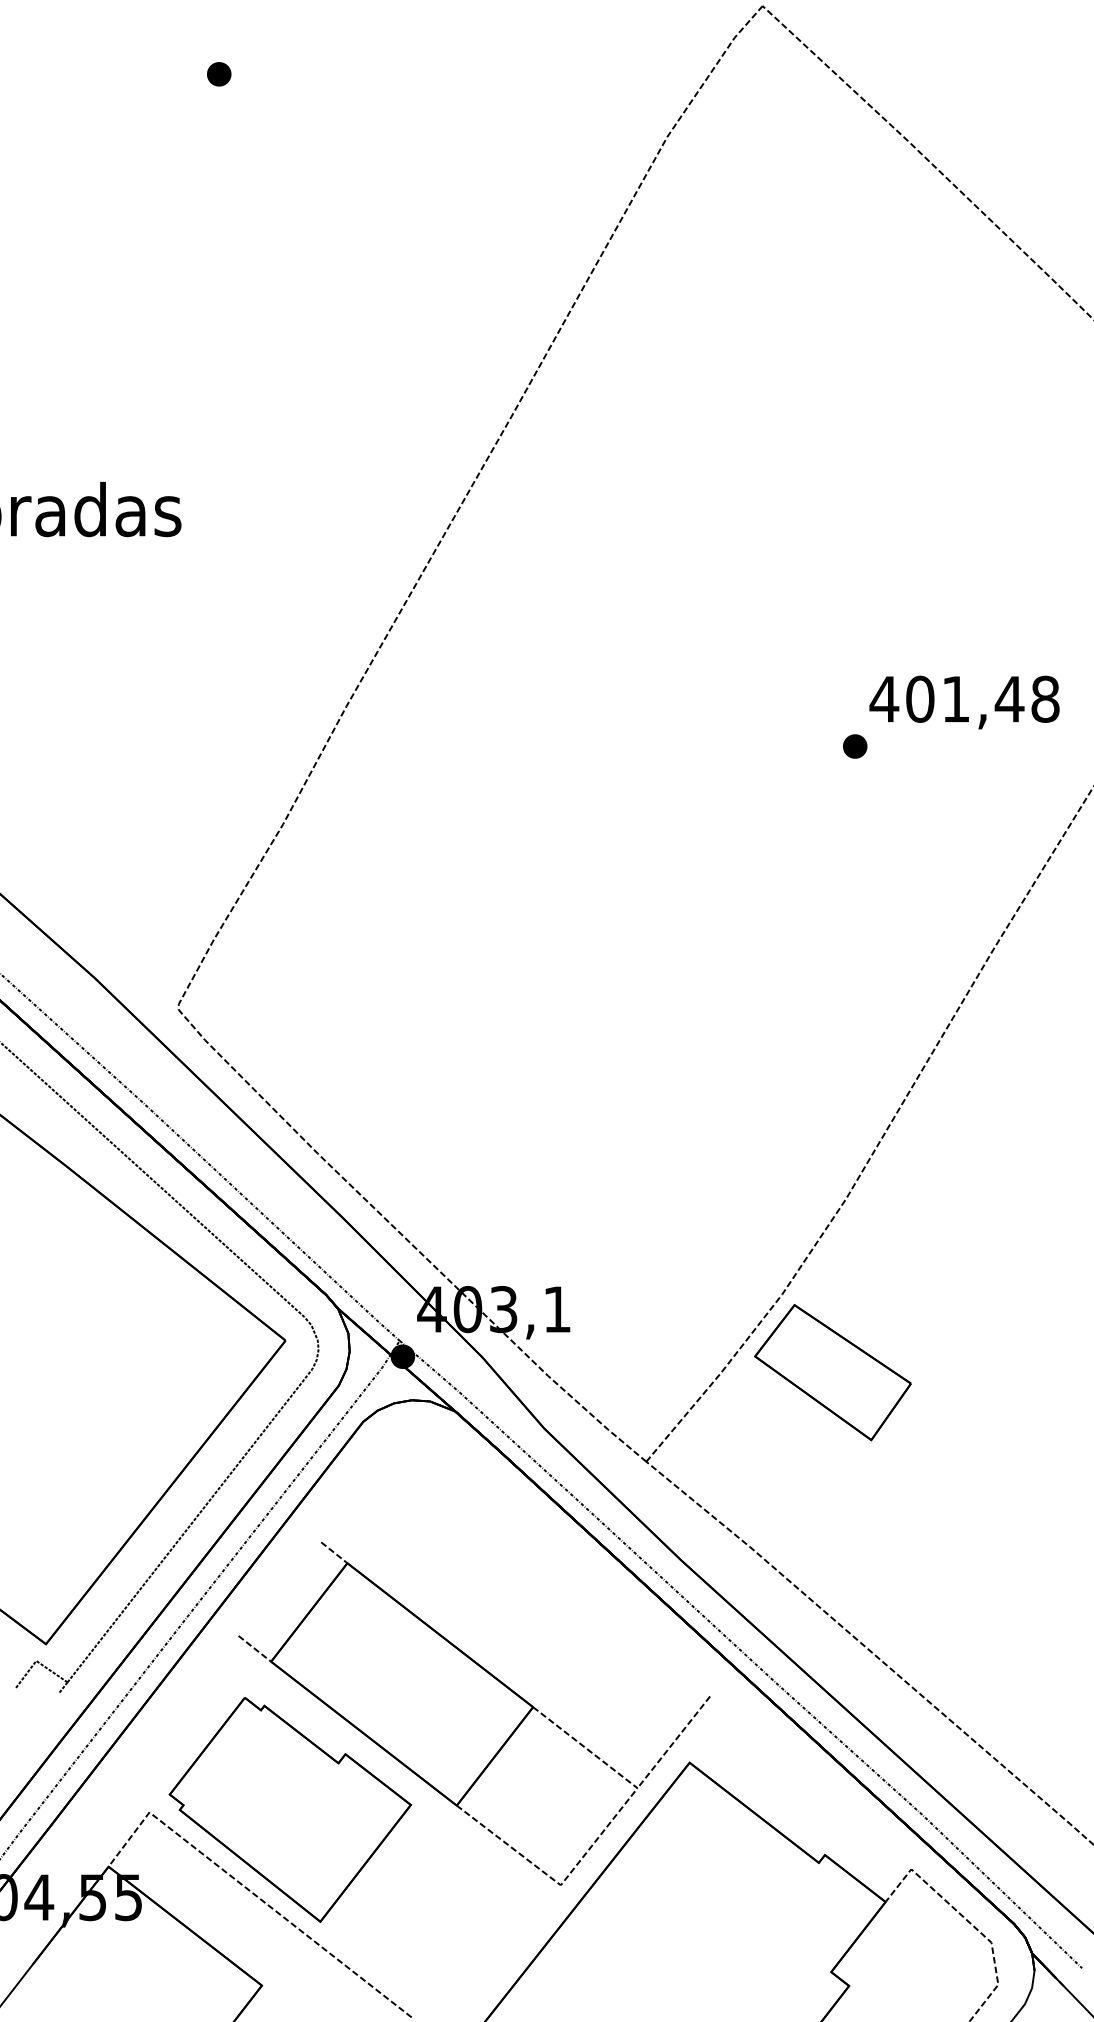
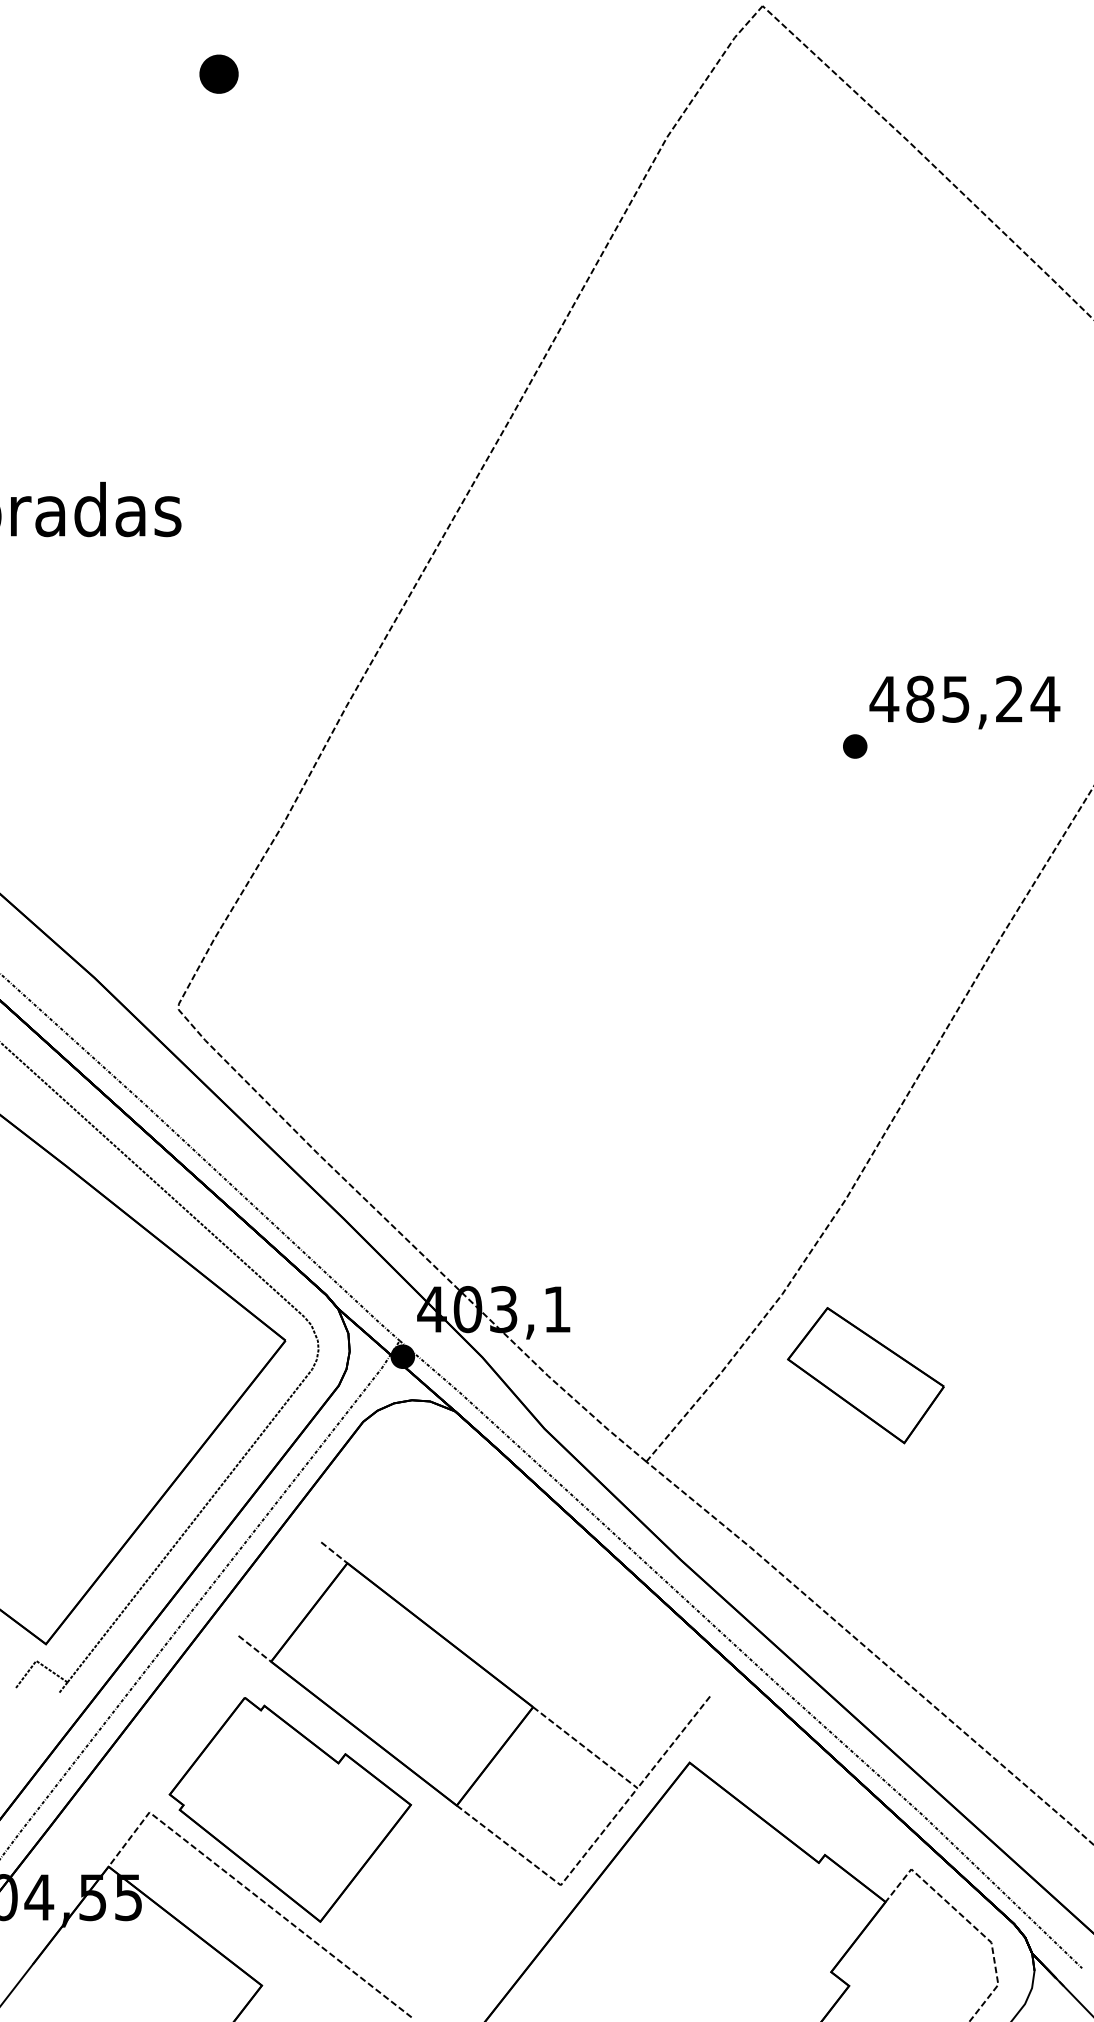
part at (219, 74) size: 25x25 px -> 40x40 px
text at (983, 698): 401,48 -> 485,24
part at (832, 1372) position: (832, 1372) -> (865, 1375)
